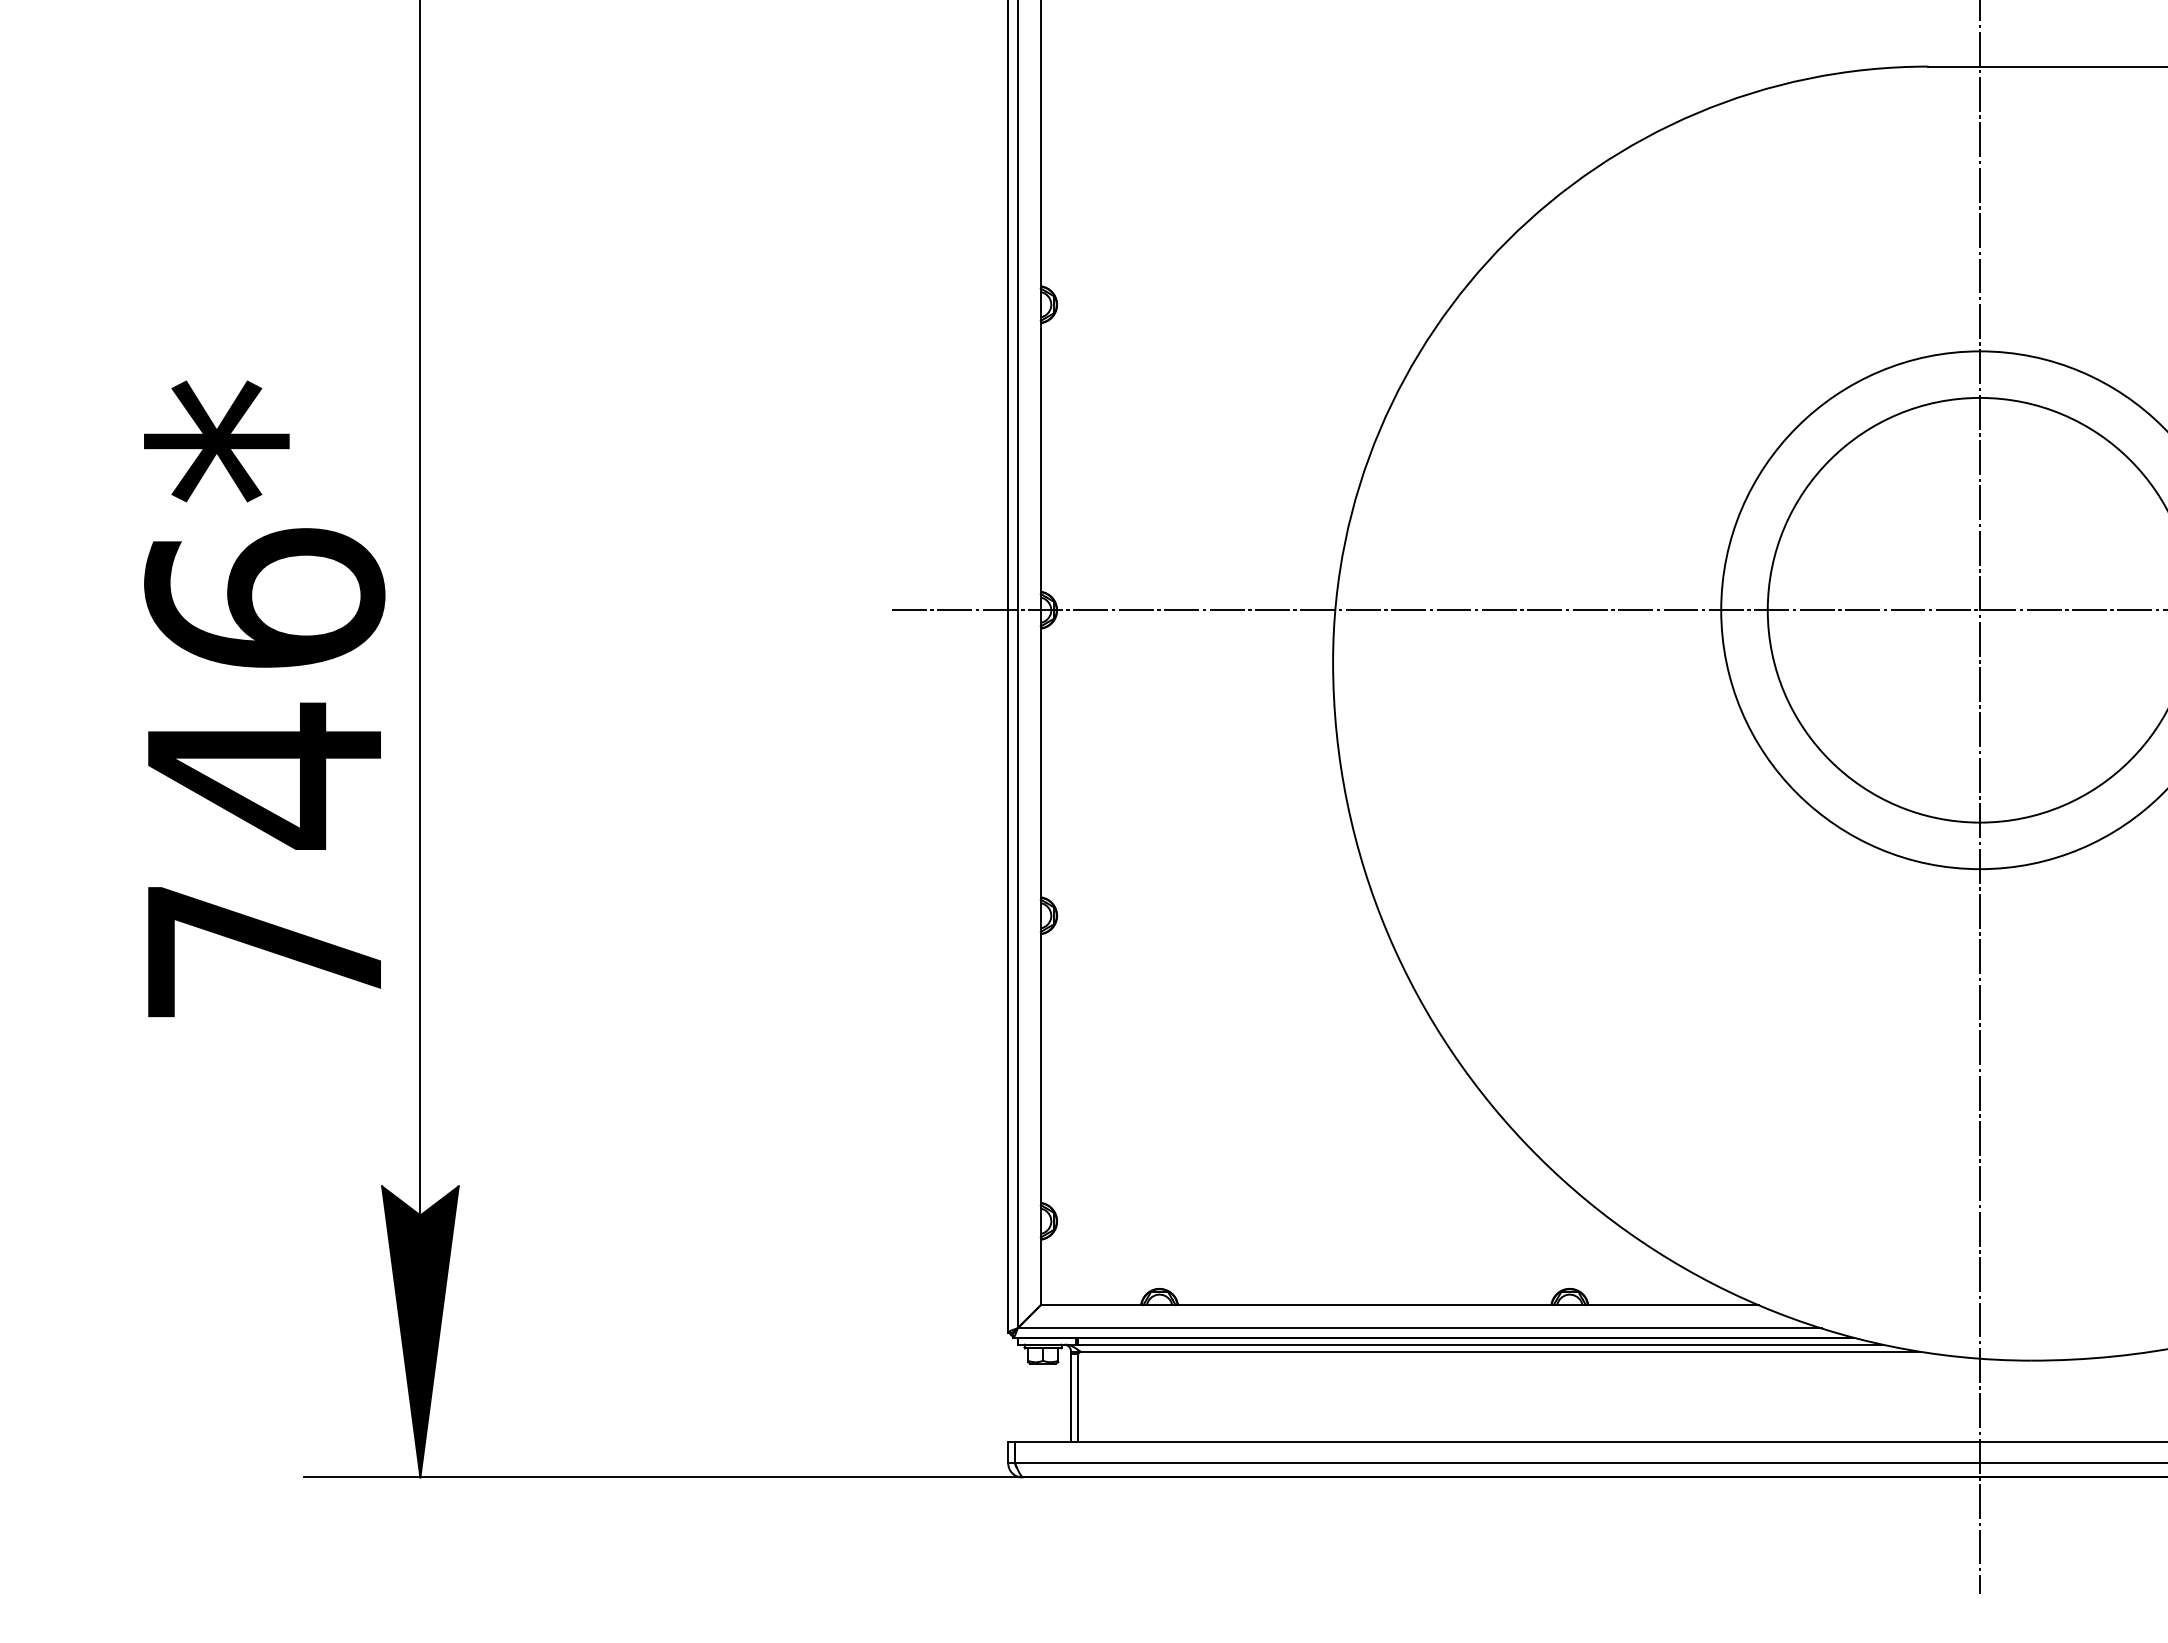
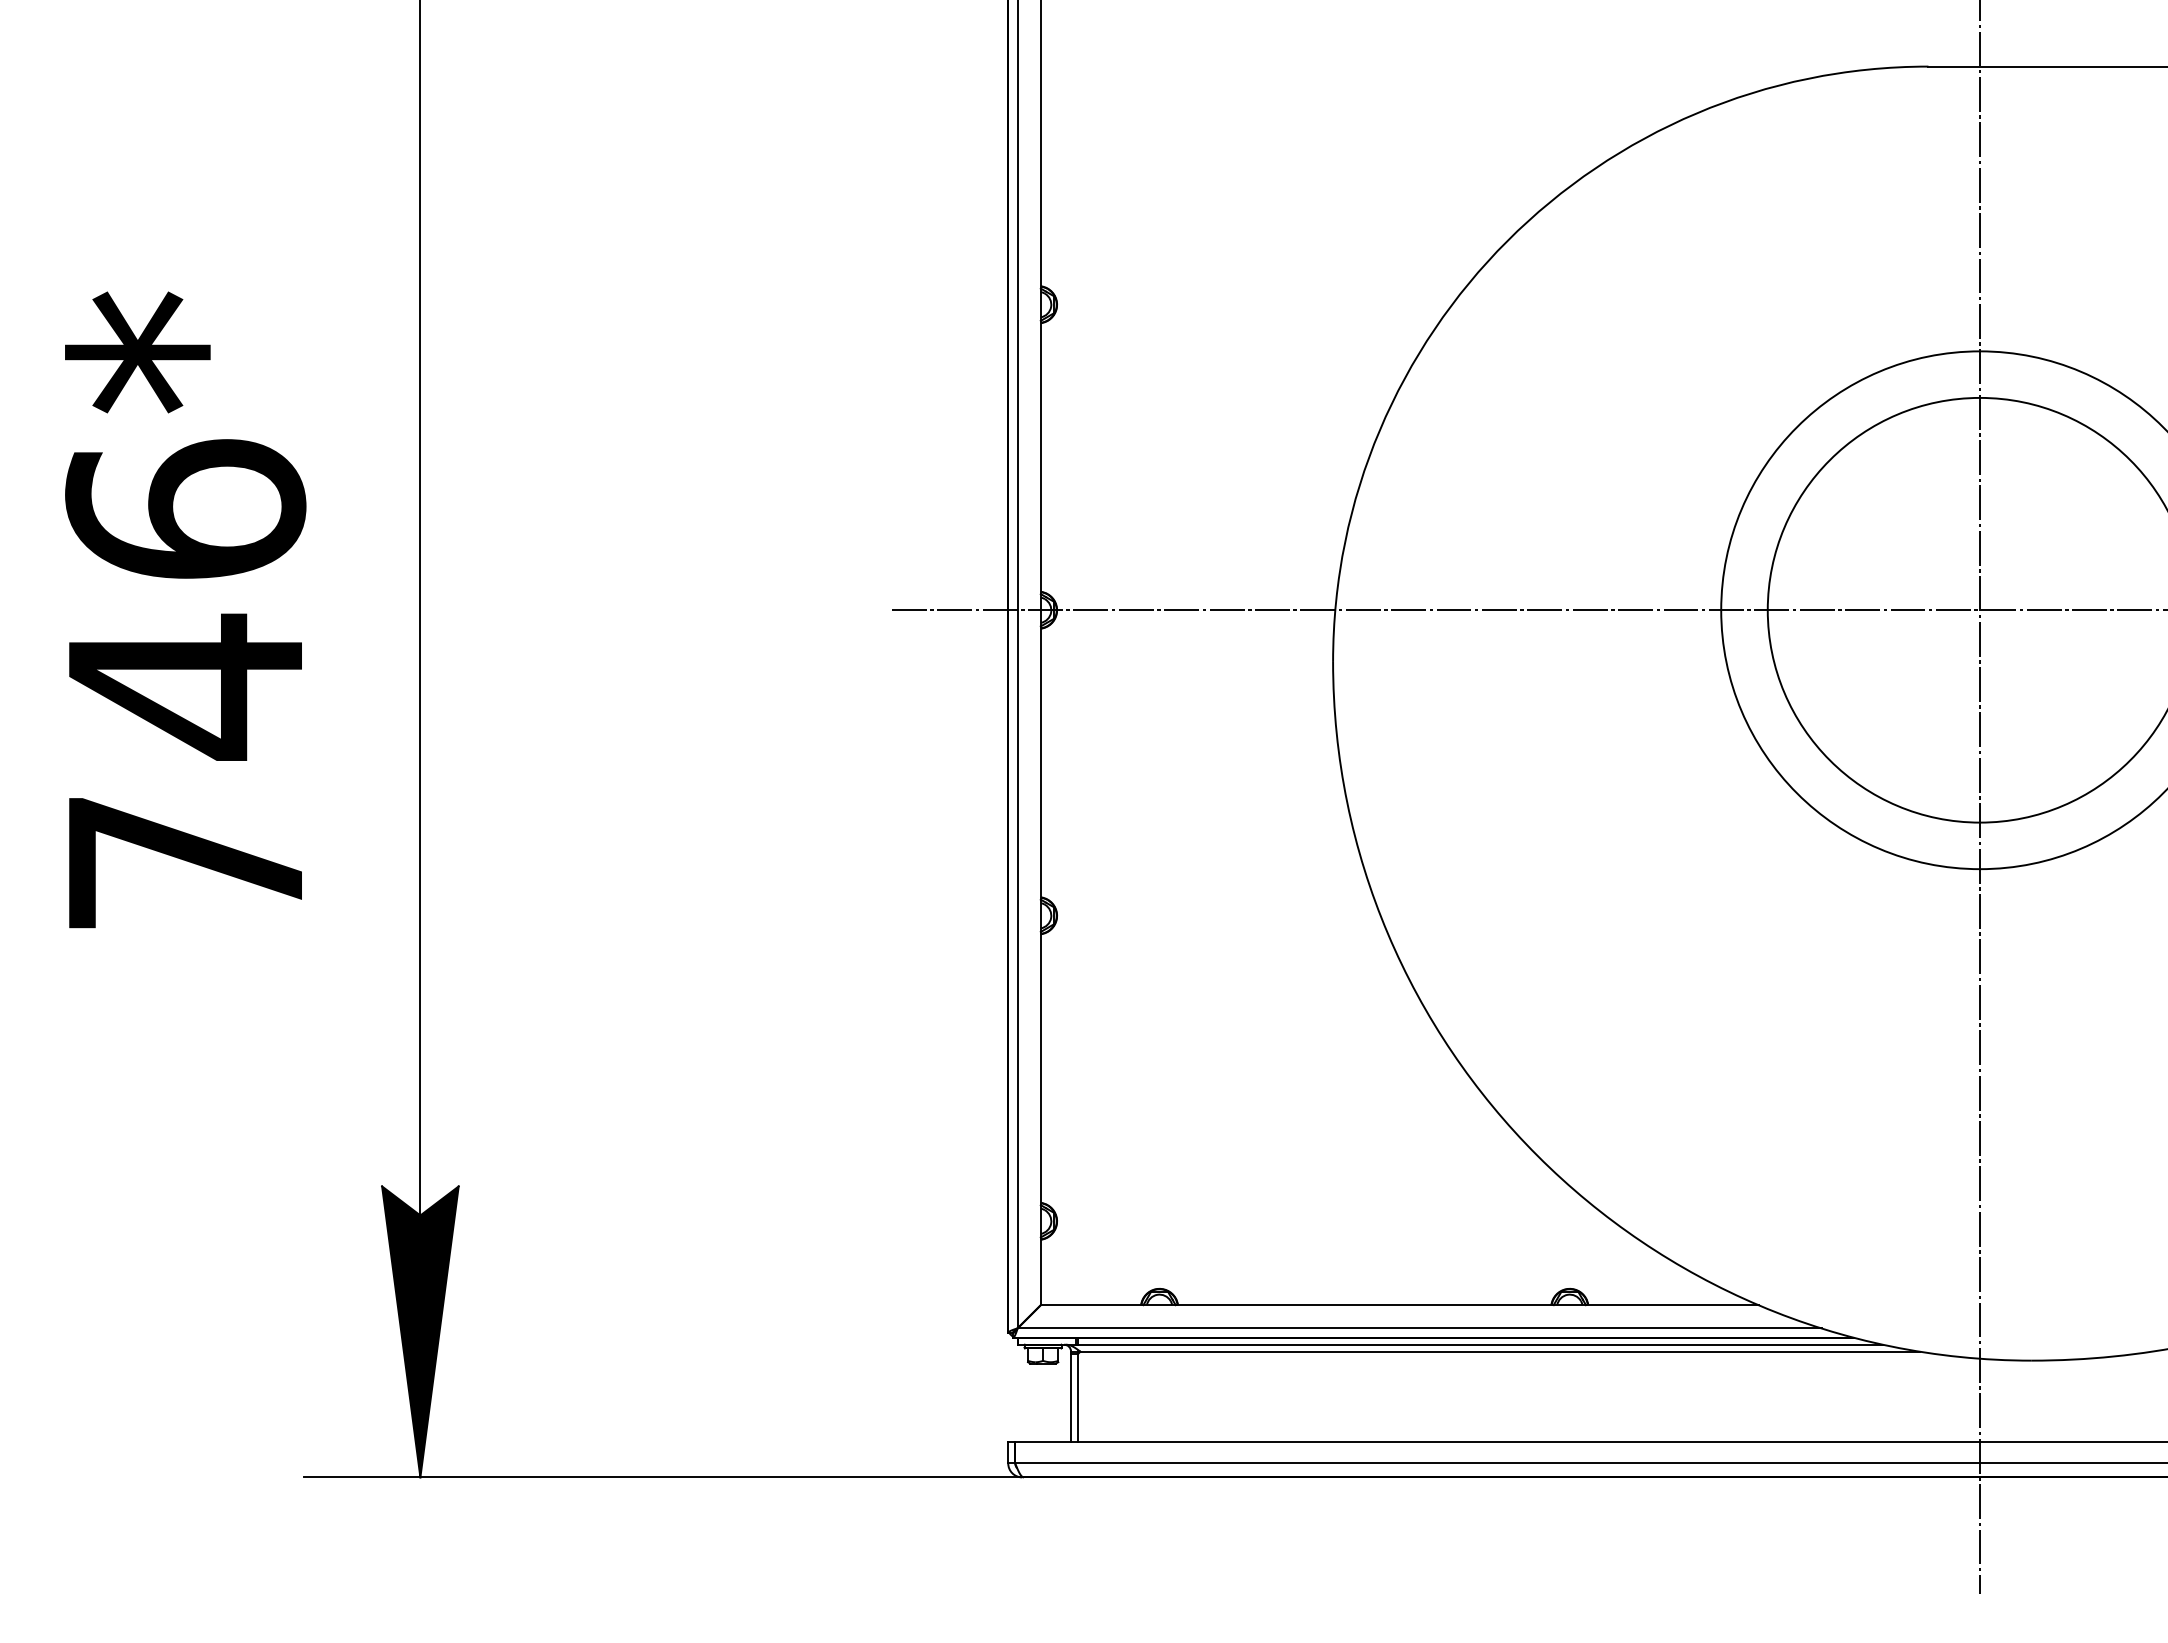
text at (264, 698) position: (264, 698) -> (185, 609)
